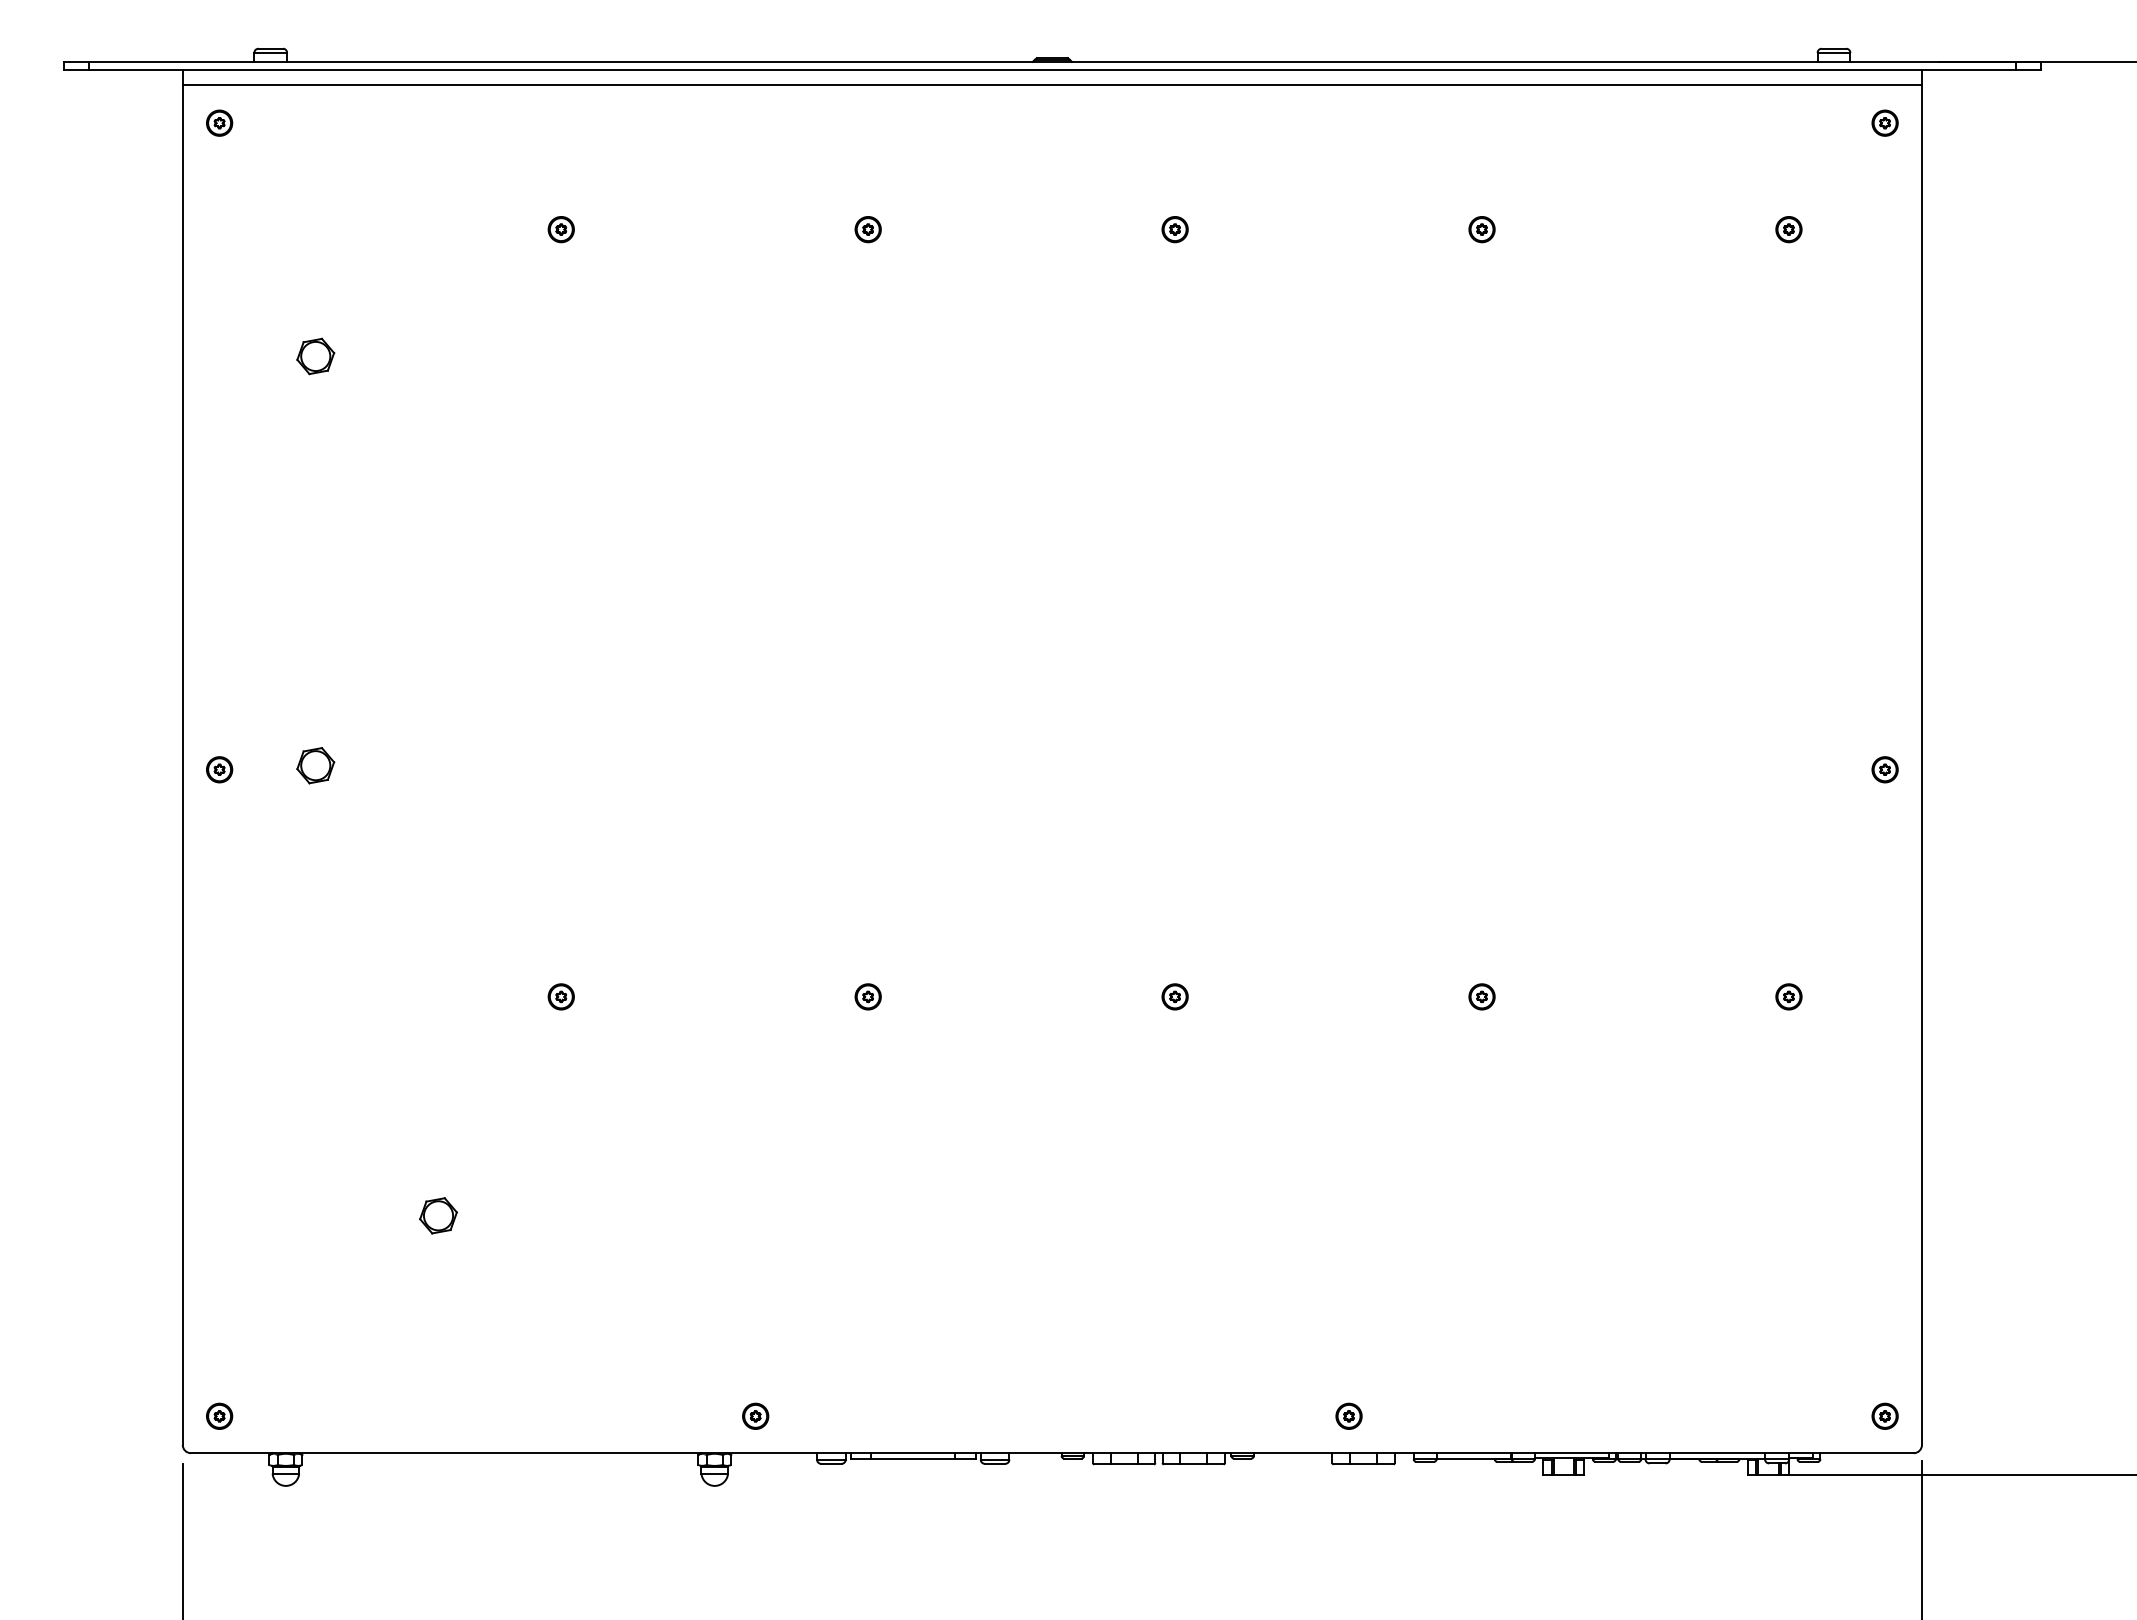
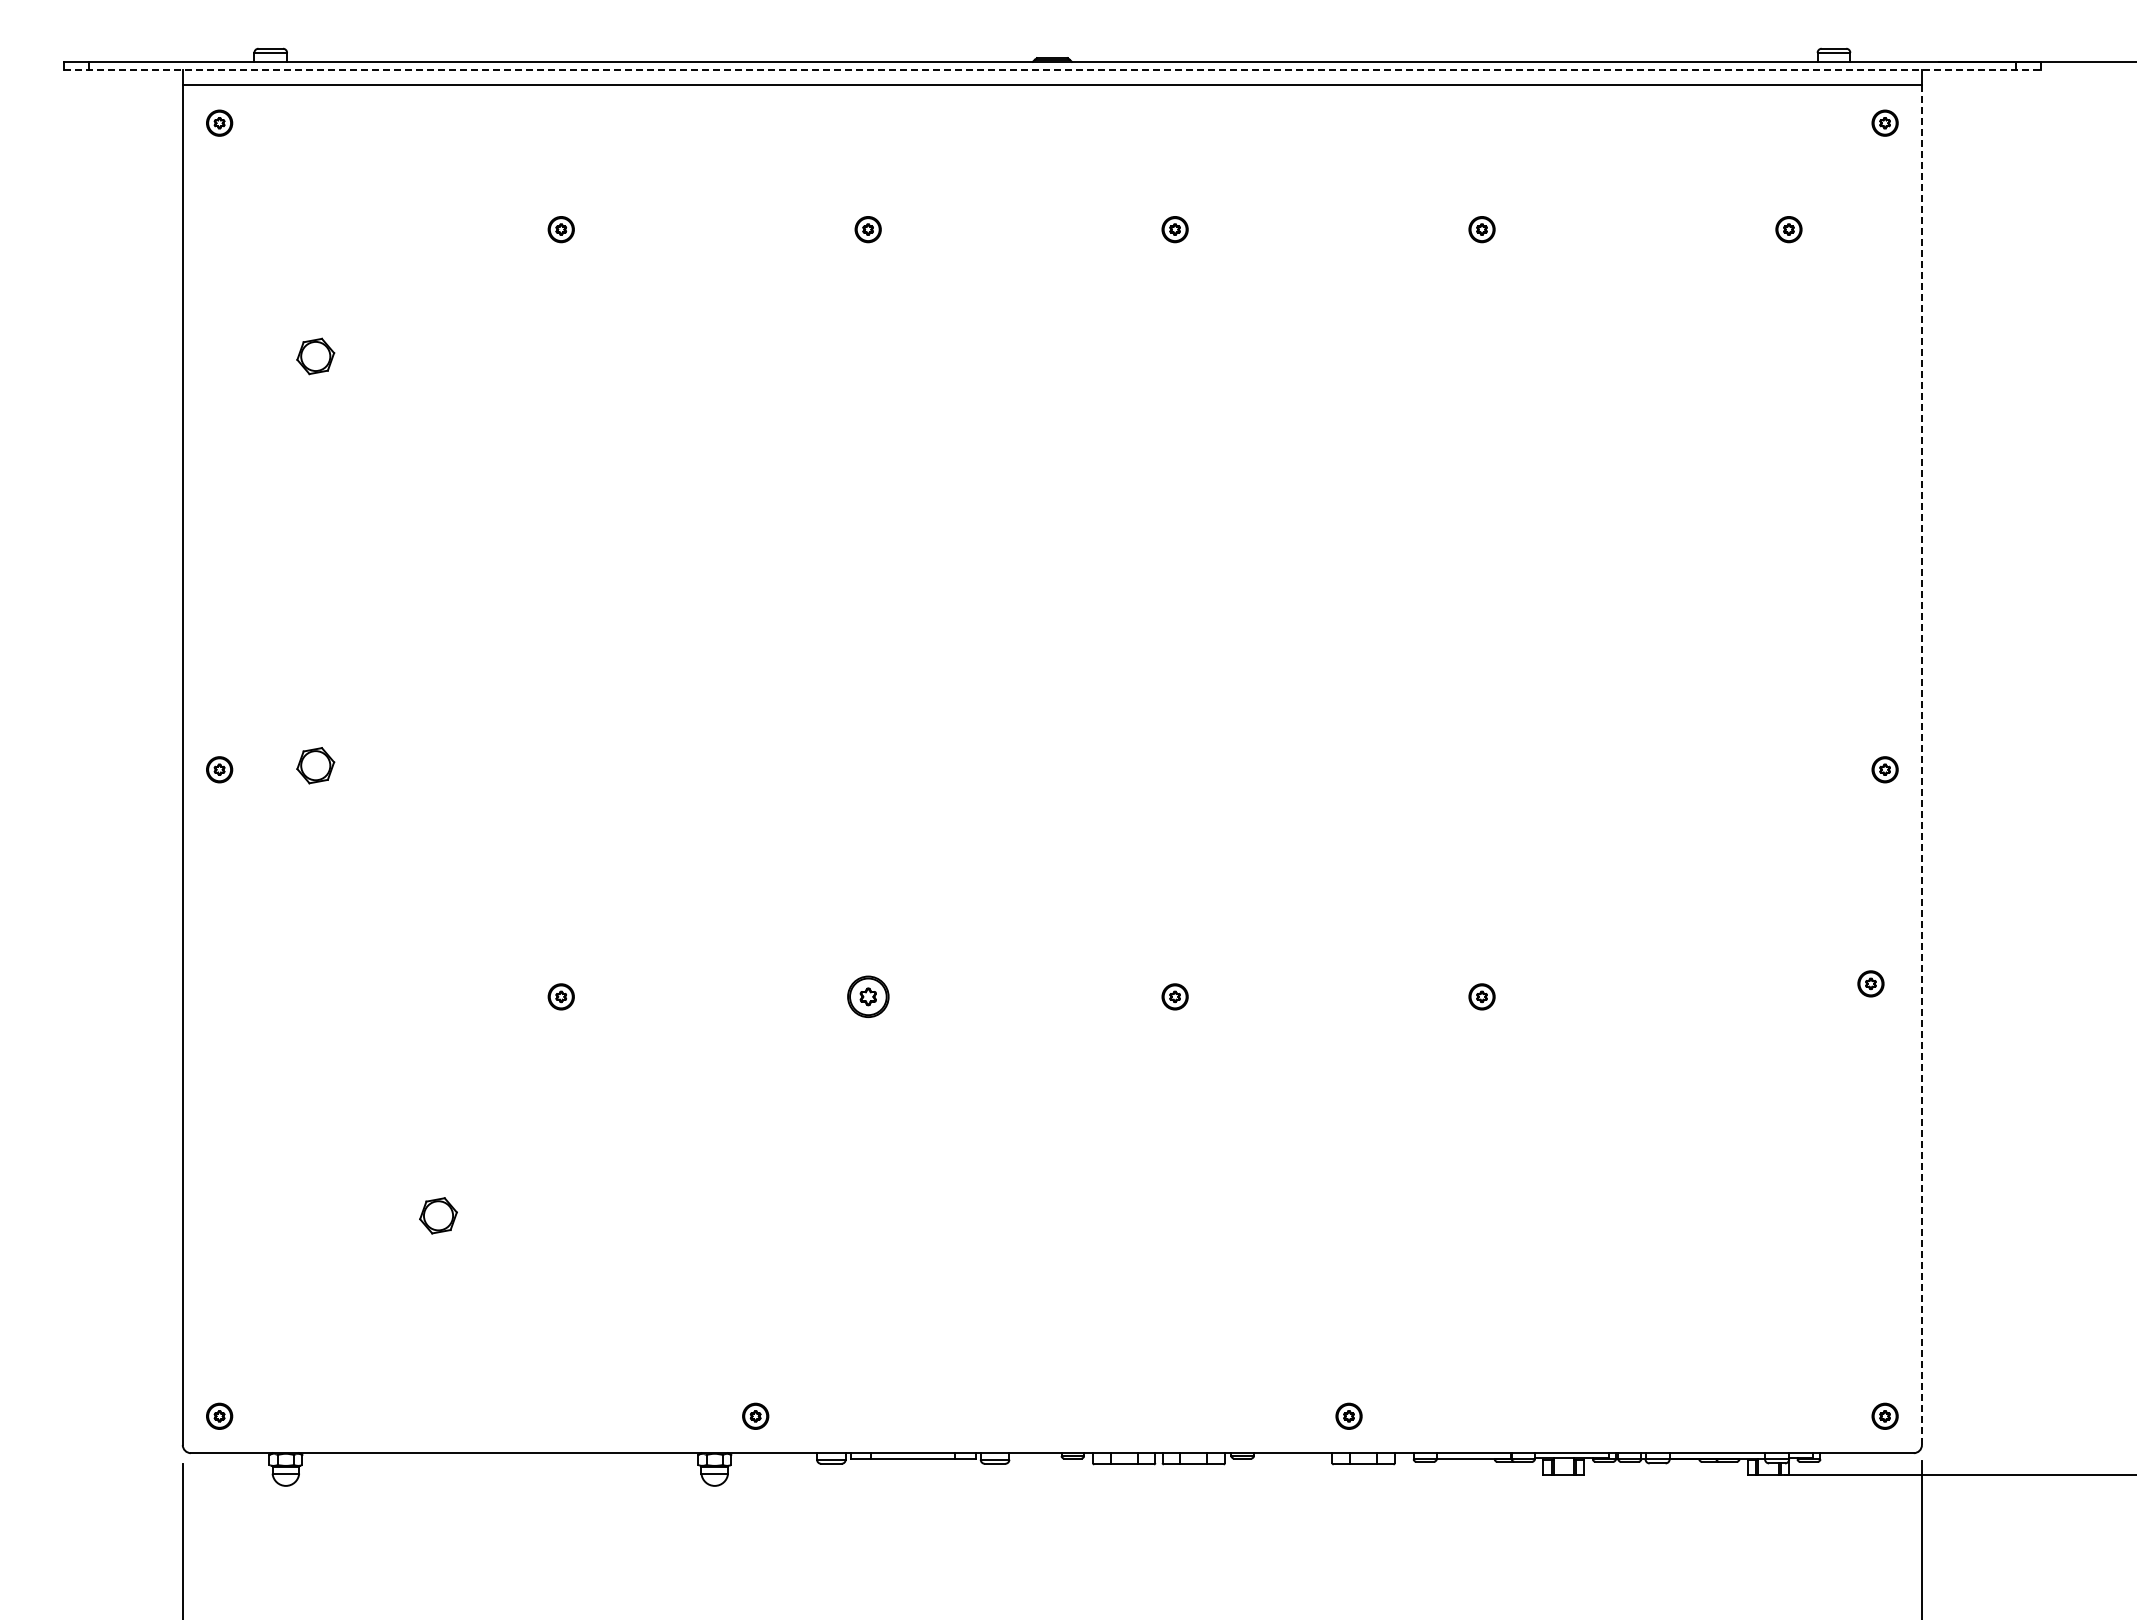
line at (1052, 70): solid -> dashed
line at (1921, 765): solid -> dashed
part at (867, 996) size: 28x28 px -> 43x43 px
part at (1788, 996) position: (1788, 996) -> (1870, 983)
